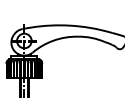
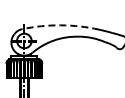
arc at (60, 25): solid -> dashed
